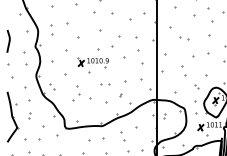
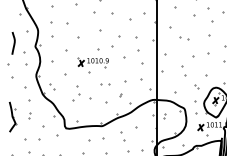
part at (51, 29) size: 4x12 px -> 4x17 px
curve at (8, 41) position: (8, 41) -> (13, 43)
part at (12, 116) size: 14x52 px -> 10x32 px
